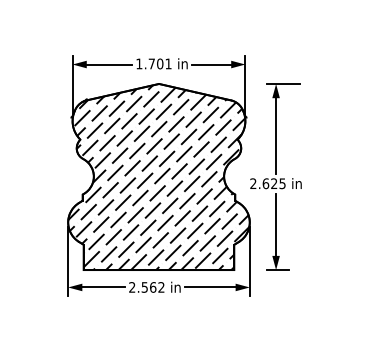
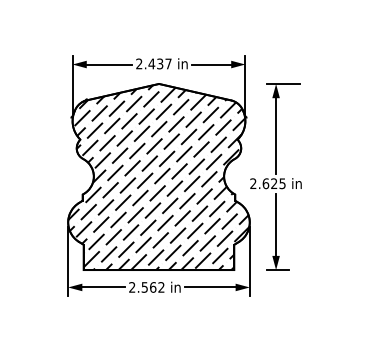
text at (153, 63): 1.701 -> 2.437
